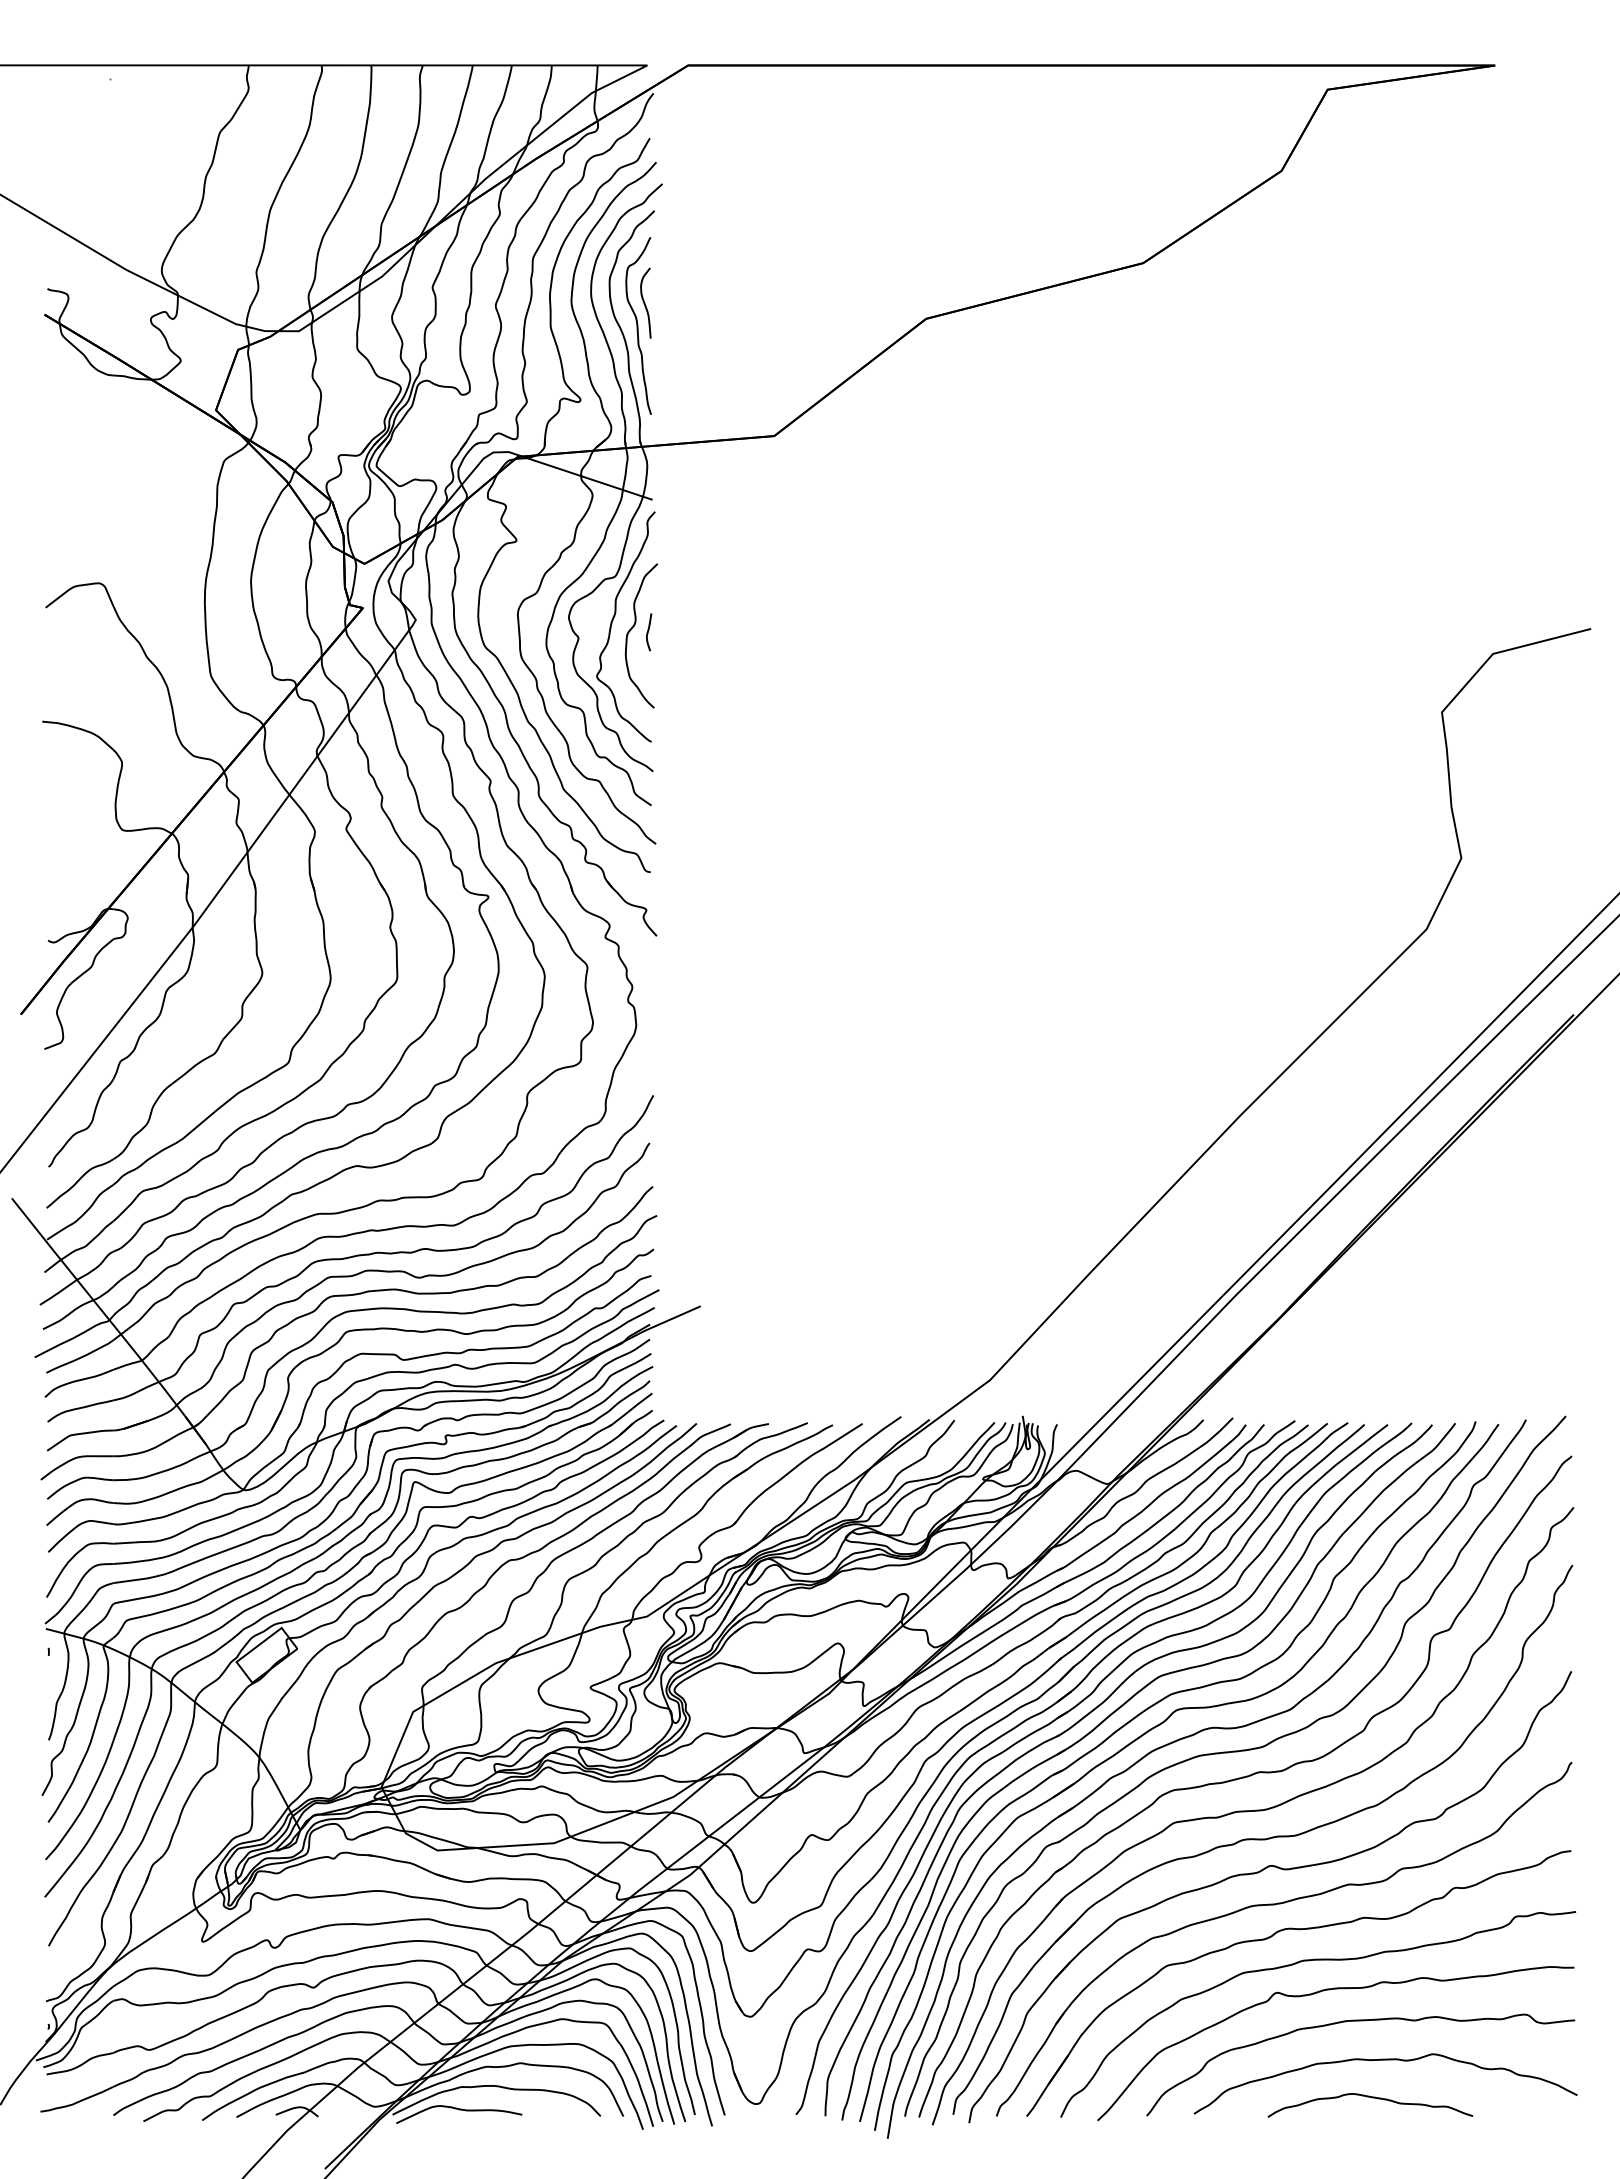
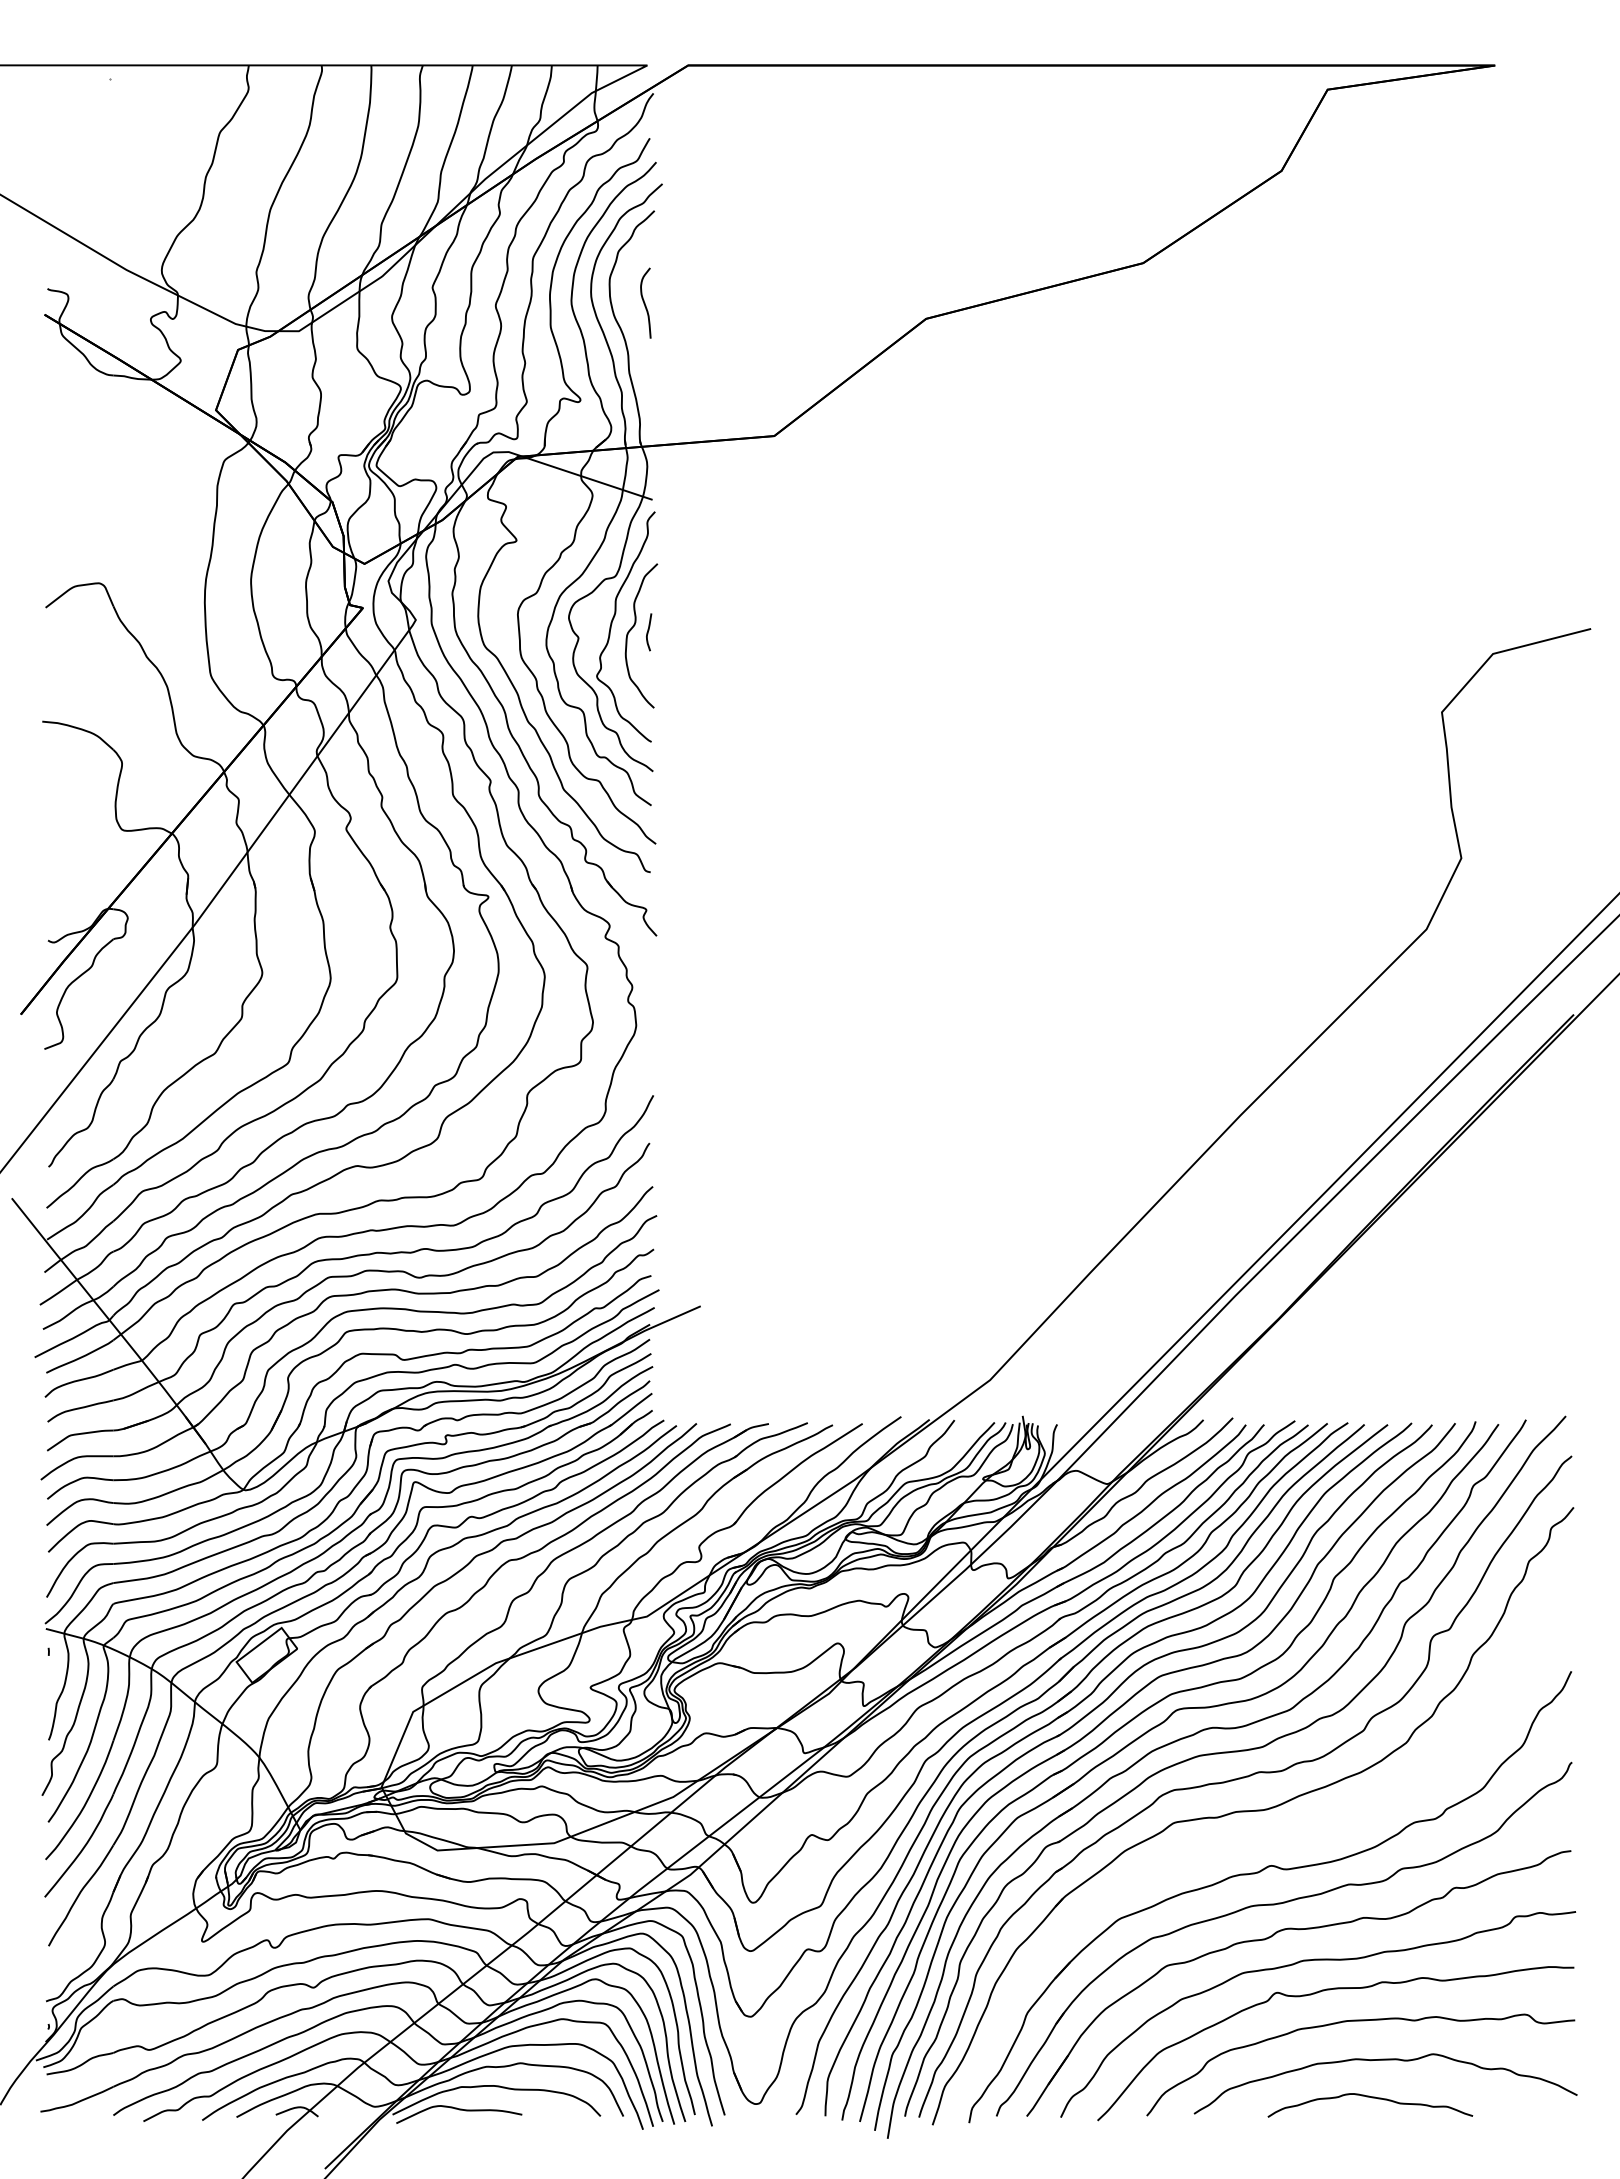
curve at (638, 325): present -> none
part at (1262, 1839): present -> none
